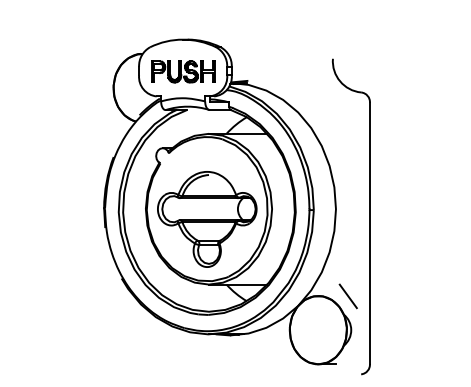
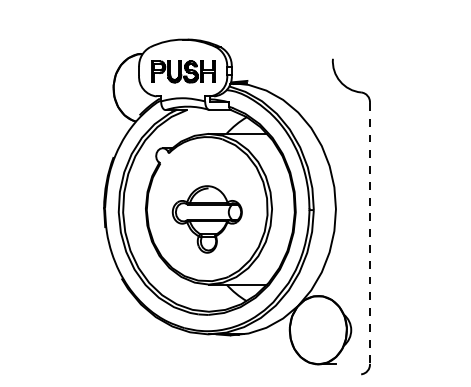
part at (207, 219) size: 101x97 px -> 72x69 px
line at (369, 233): solid -> dashed
line at (347, 296): present -> none
